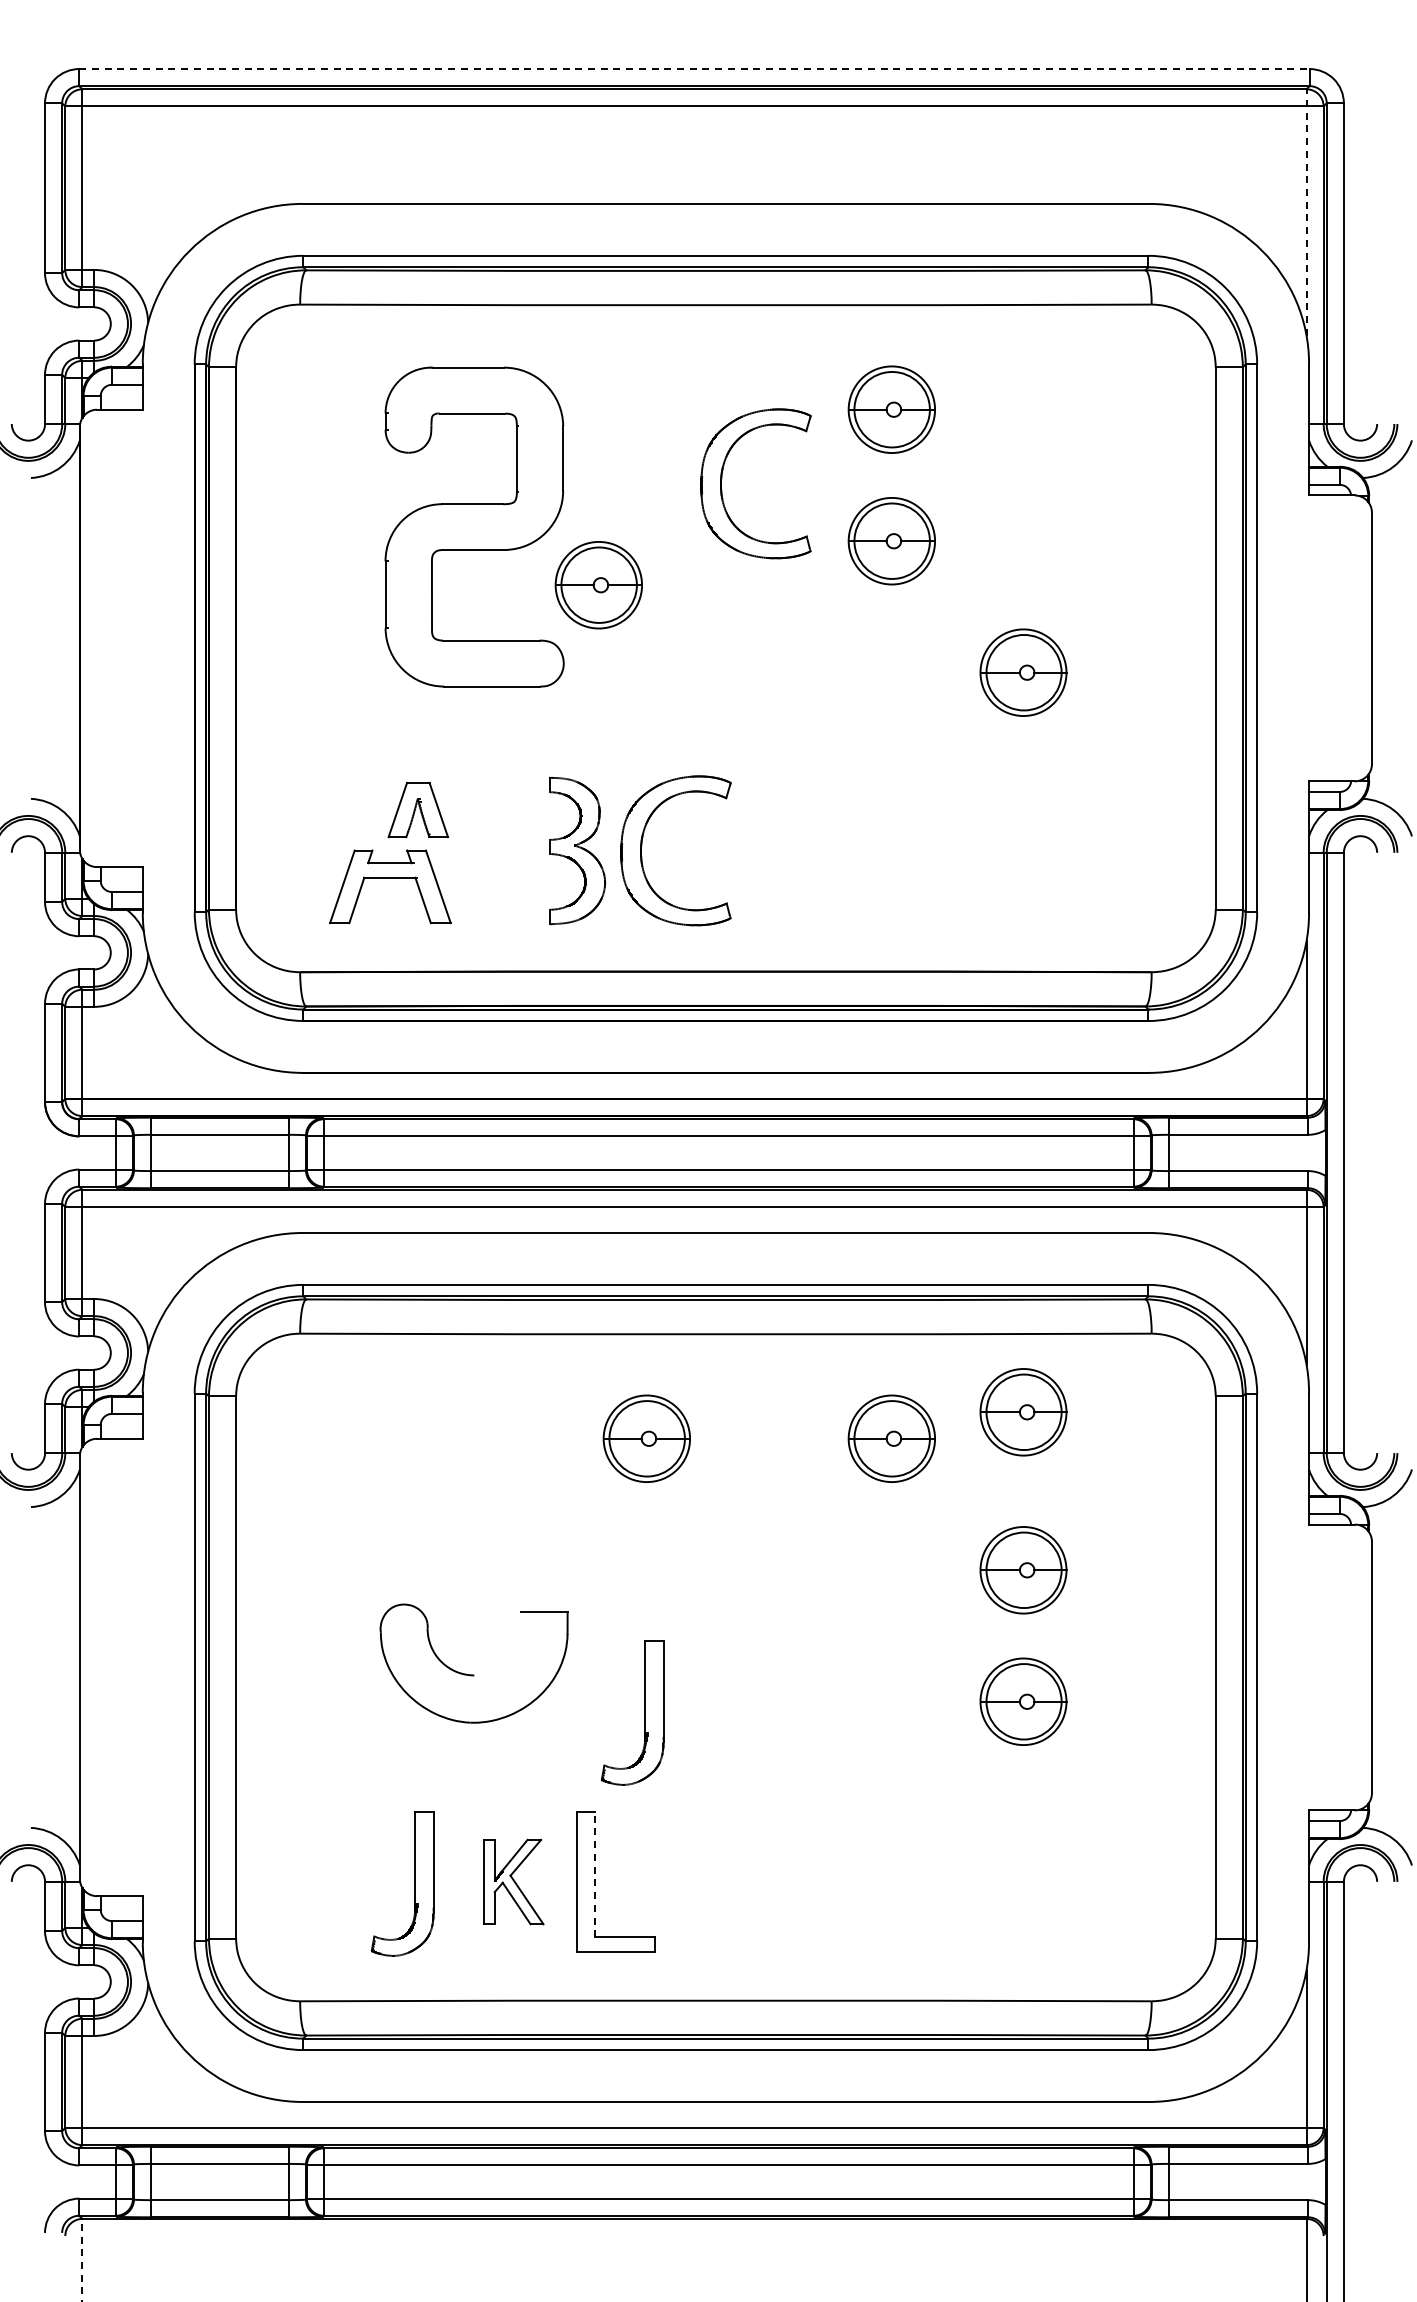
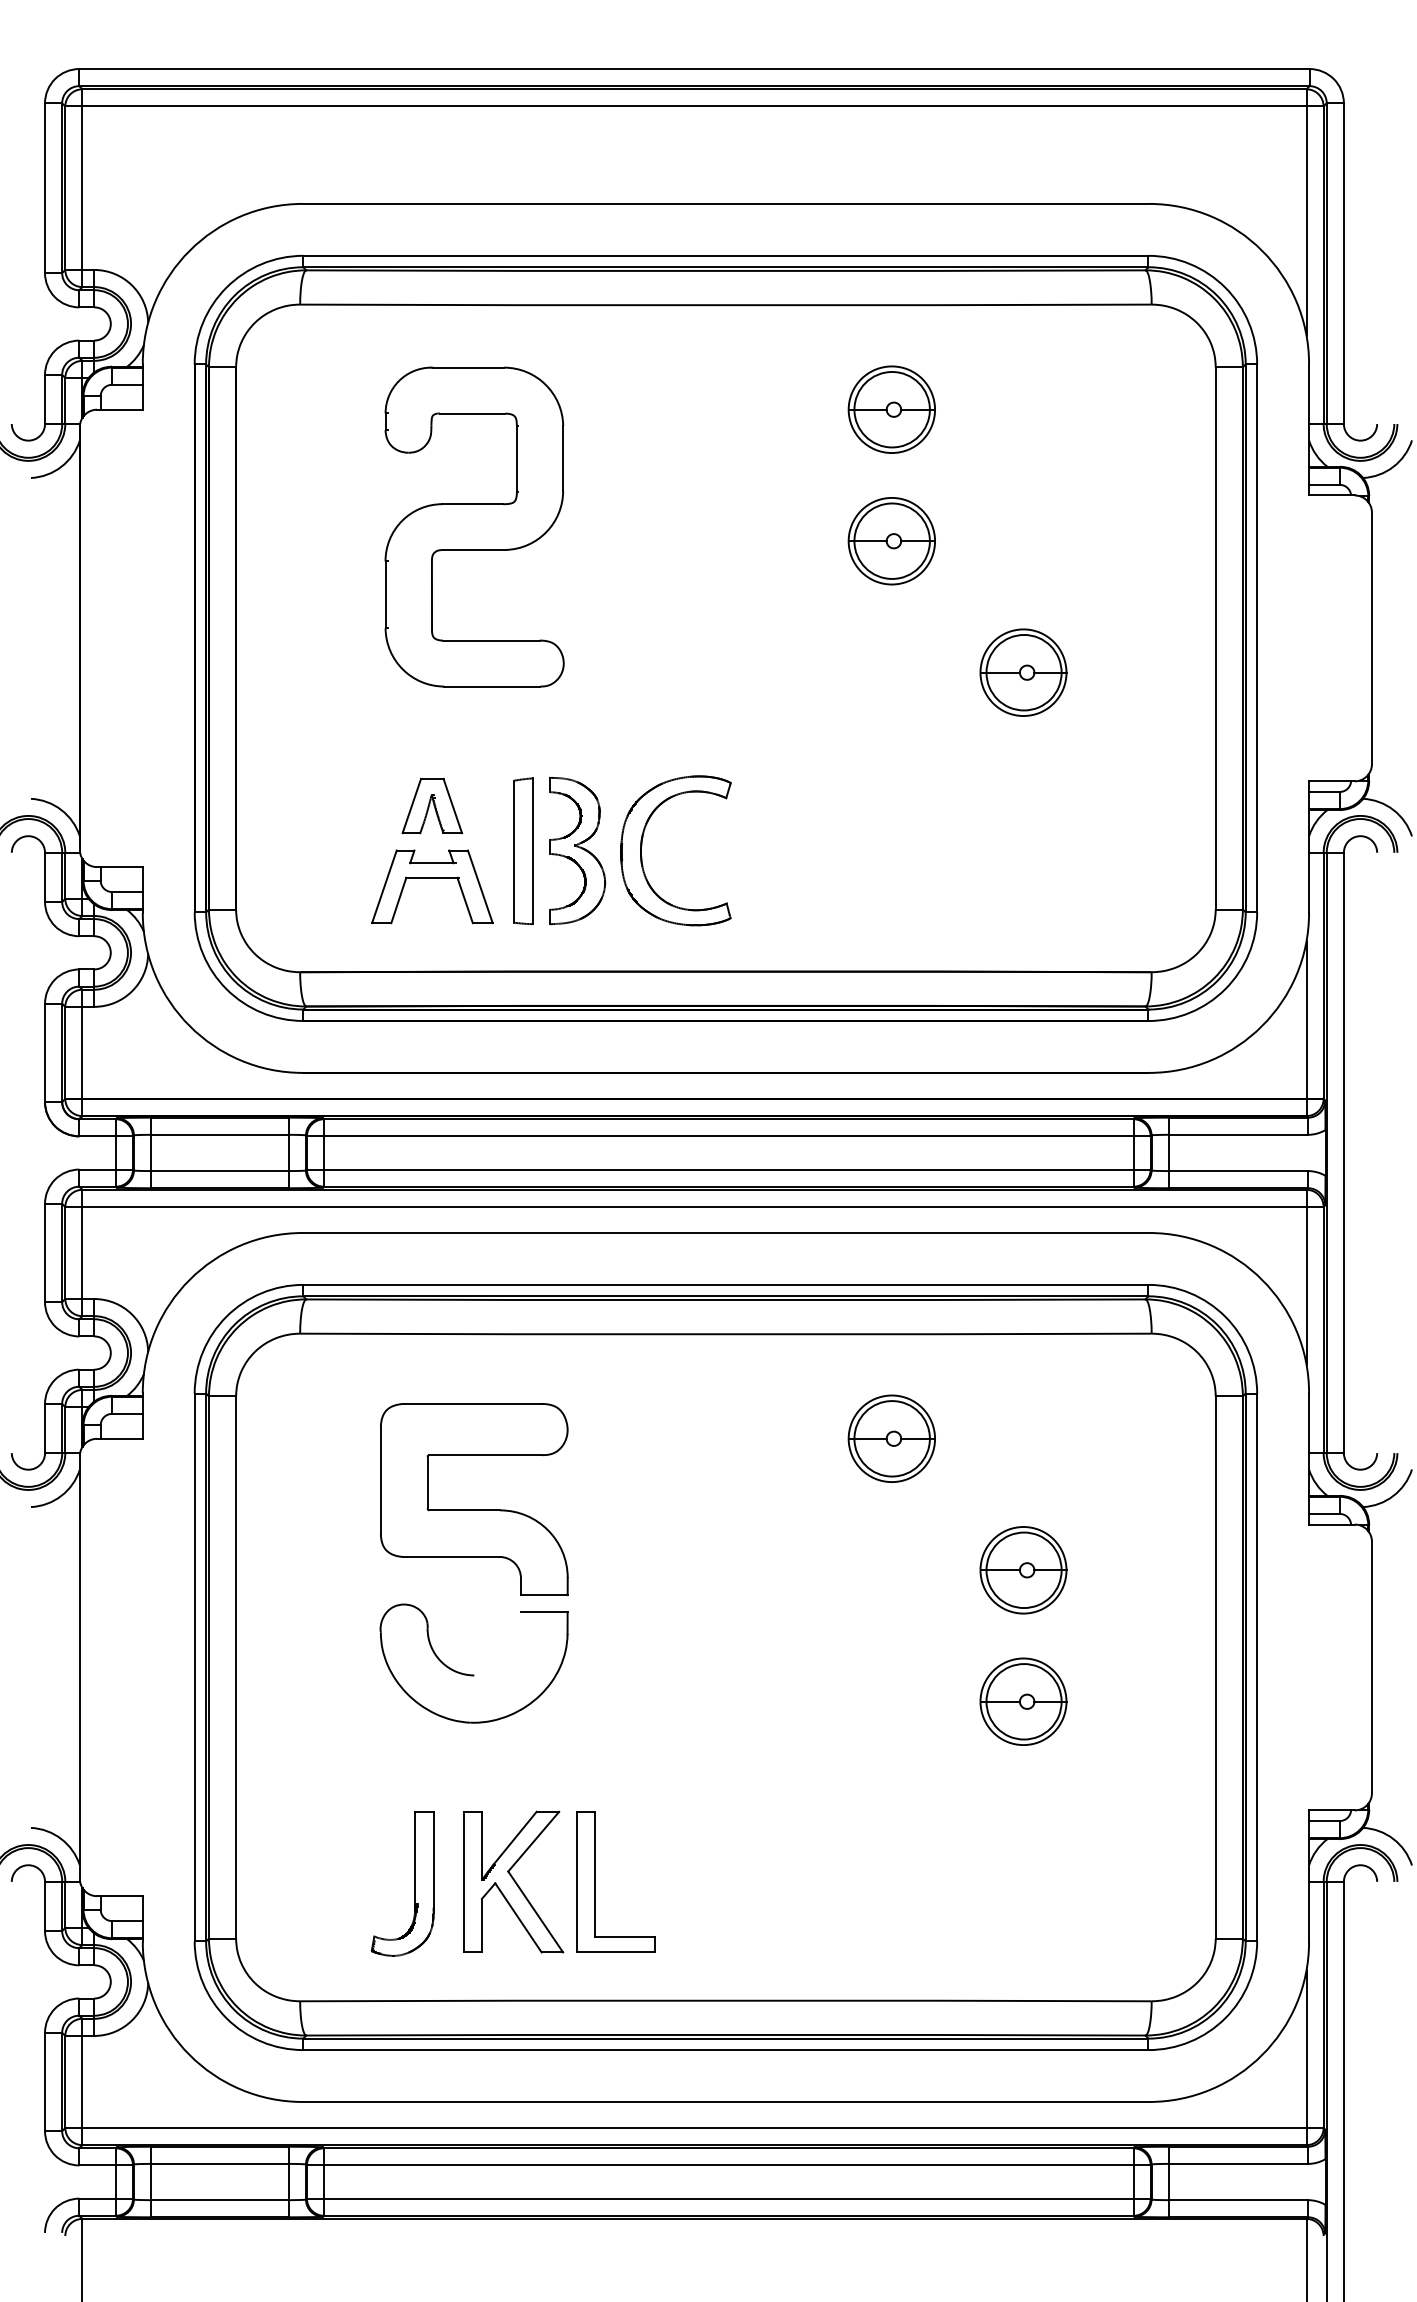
line at (694, 69): dashed -> solid
line at (1306, 212): dashed -> solid
part at (722, 478): present -> none
part at (598, 585): present -> none
part at (417, 809) position: (417, 809) -> (431, 805)
part at (523, 851): none -> present
part at (390, 878) position: (390, 878) -> (432, 878)
part at (1023, 1412): present -> none
part at (646, 1438): present -> none
part at (474, 1509): none -> present
part at (644, 1712): present -> none
line at (595, 1874): dashed -> solid
part at (513, 1881) size: 62x88 px -> 102x144 px
line at (82, 2259): dashed -> solid
